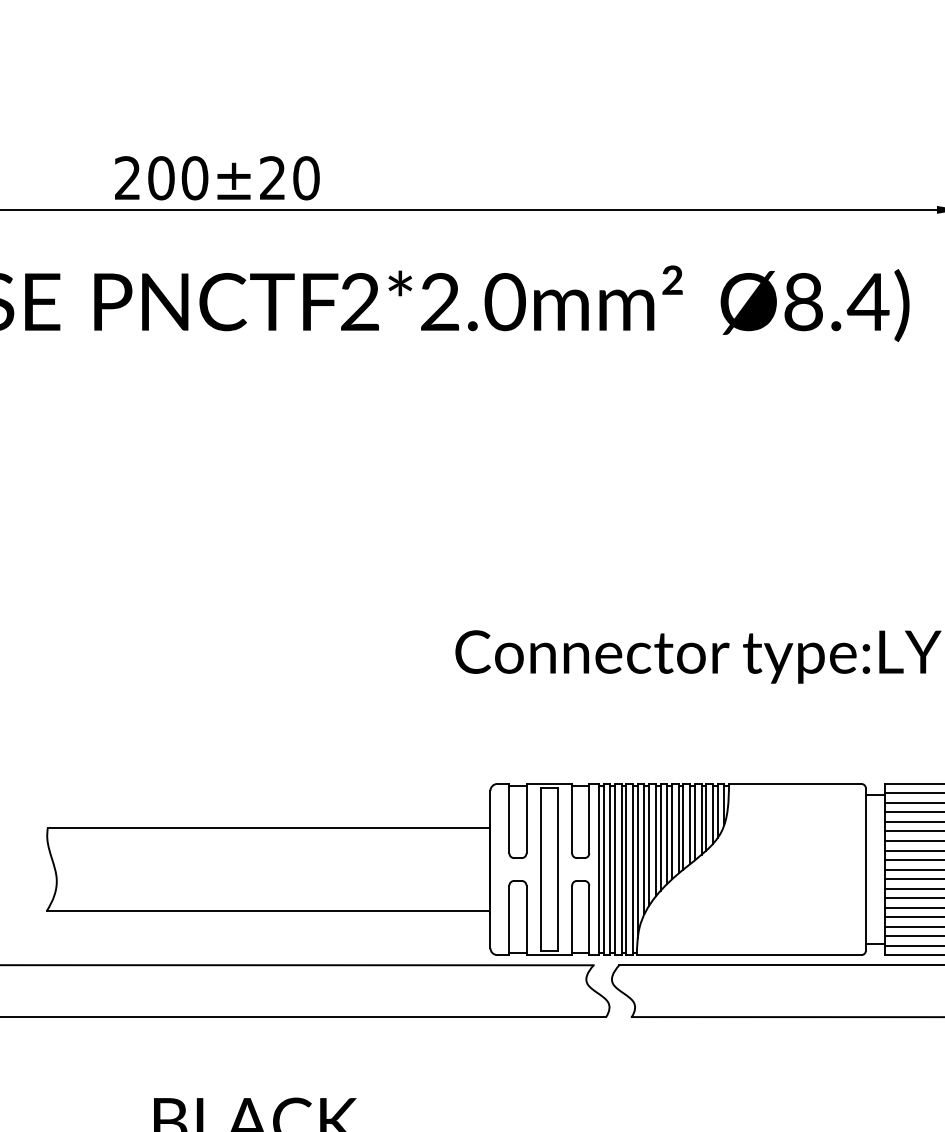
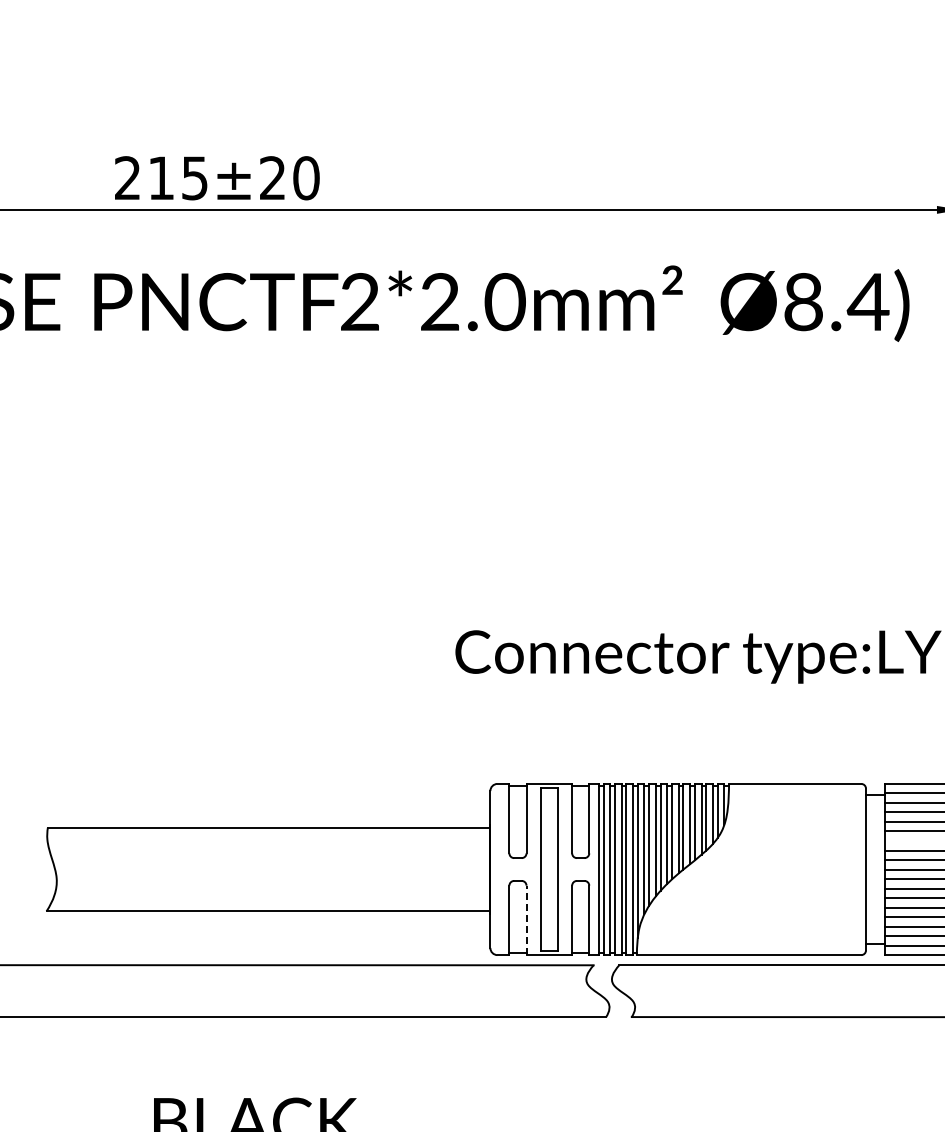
text at (178, 178): 200±20 -> 215±20
line at (913, 840): present -> none
line at (526, 920): solid -> dashed
